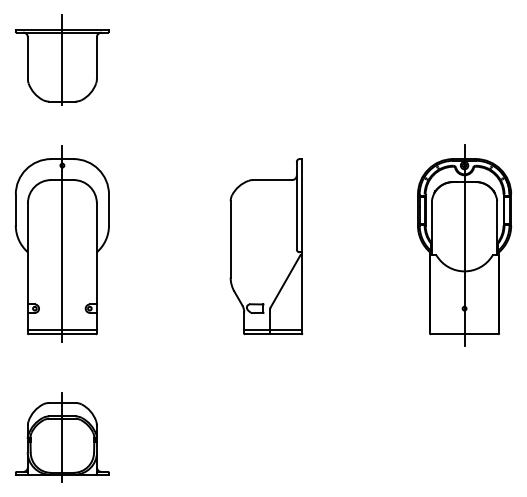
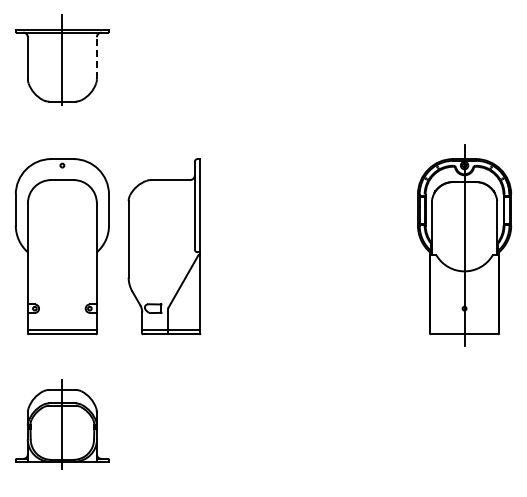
line at (96, 58): solid -> dashed
line at (62, 243): present -> none
part at (266, 246) position: (266, 246) -> (164, 246)
part at (62, 437) position: (62, 437) -> (62, 424)
